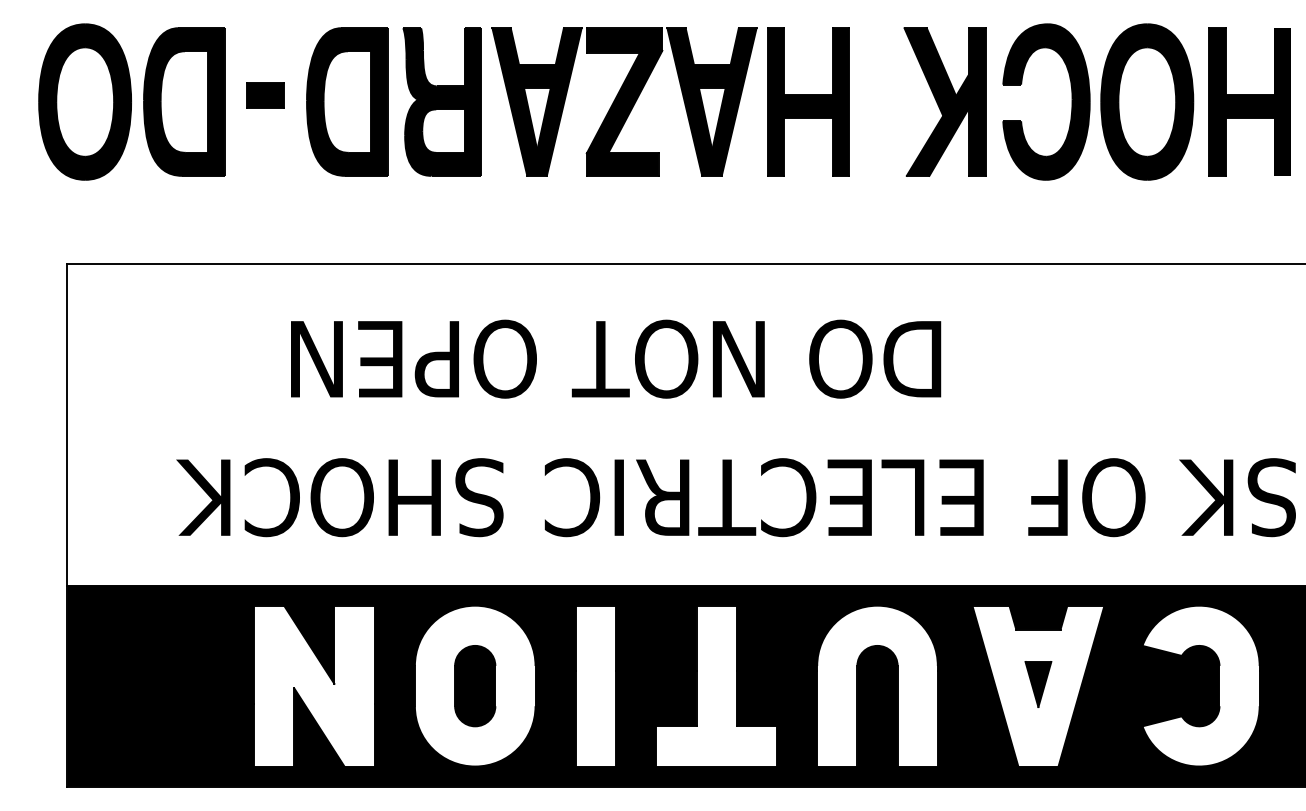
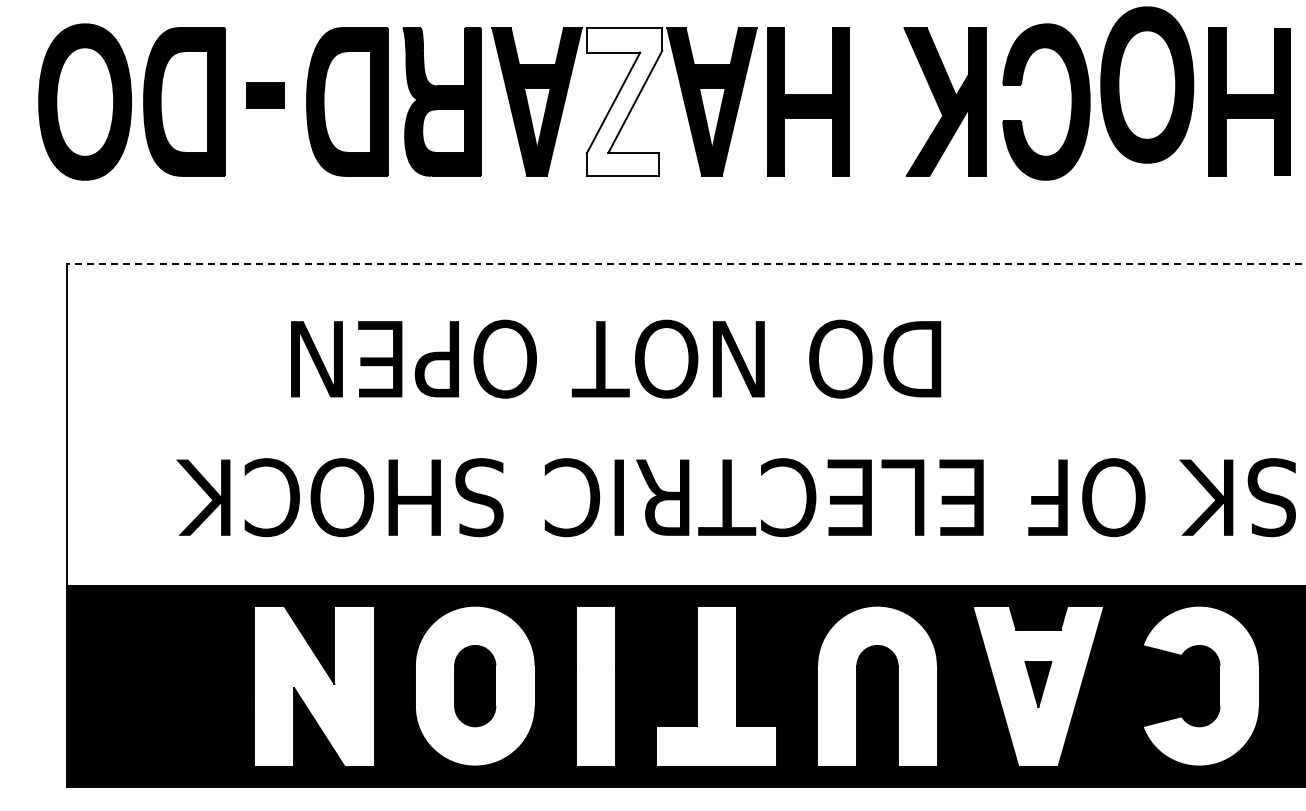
fill at (624, 101): present -> none
part at (1147, 101) position: (1147, 101) -> (1147, 84)
line at (686, 263): solid -> dashed
